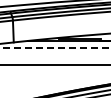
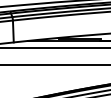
line at (55, 47): dashed -> solid
